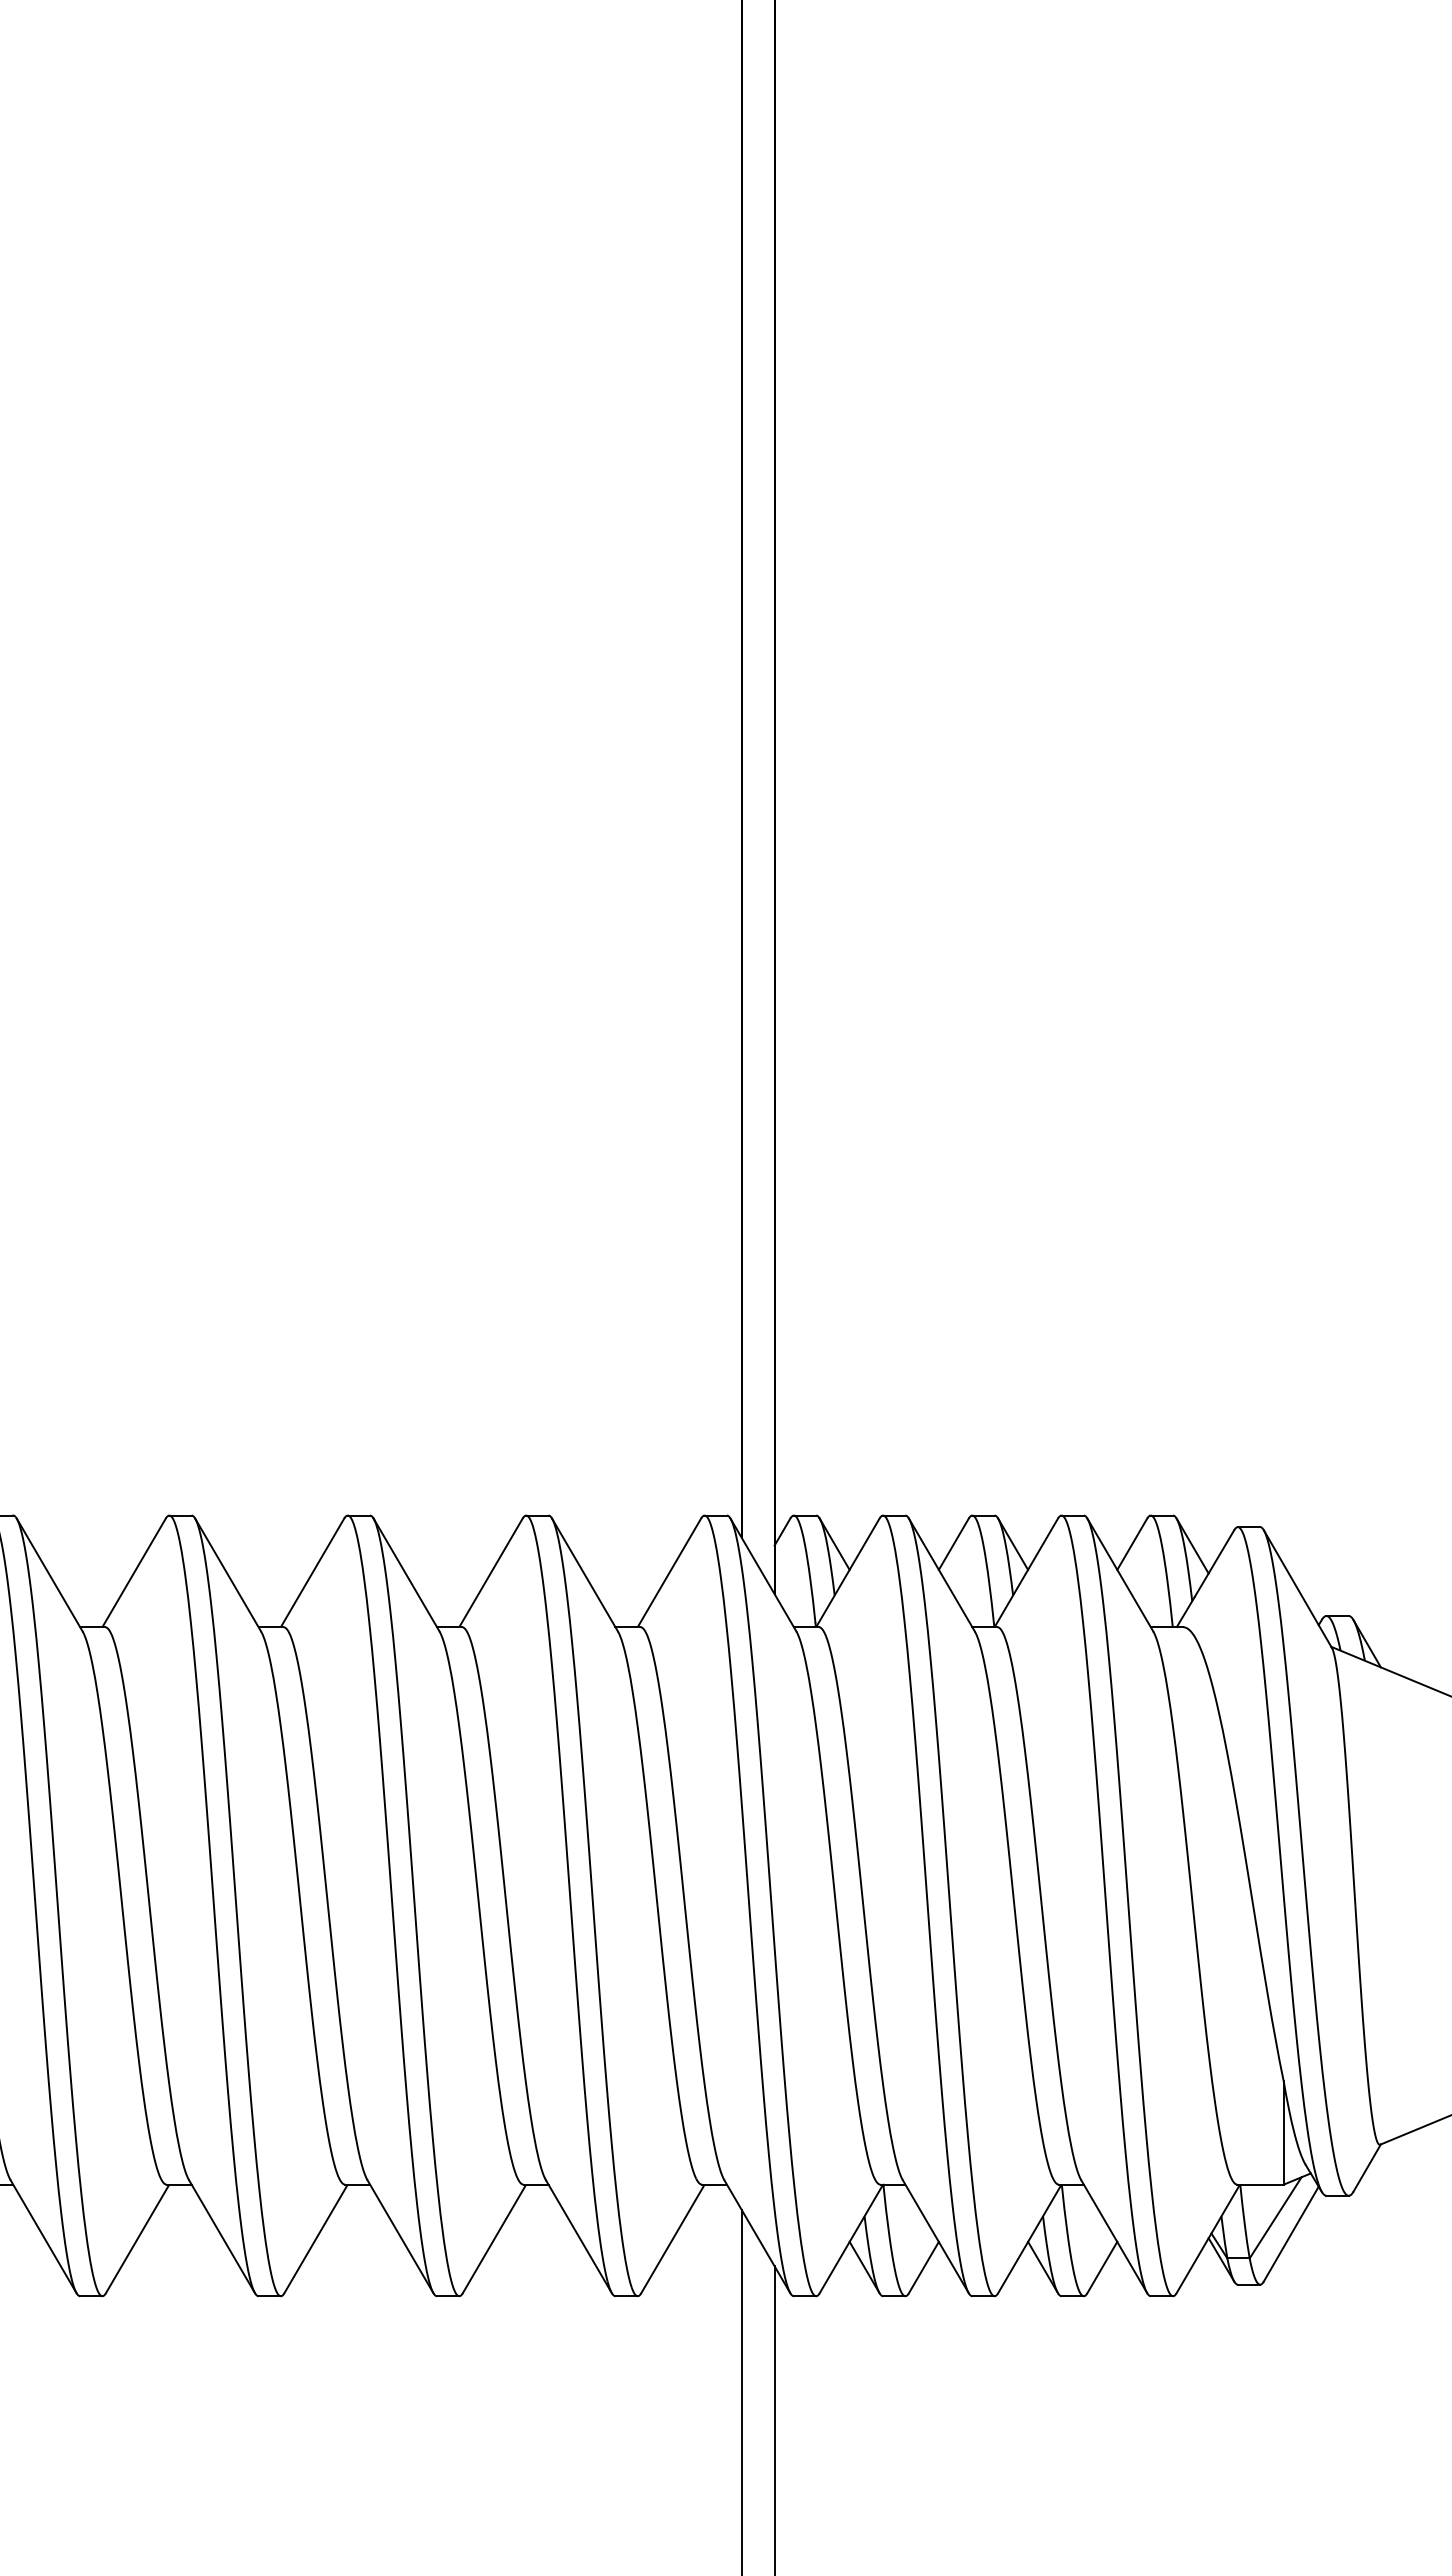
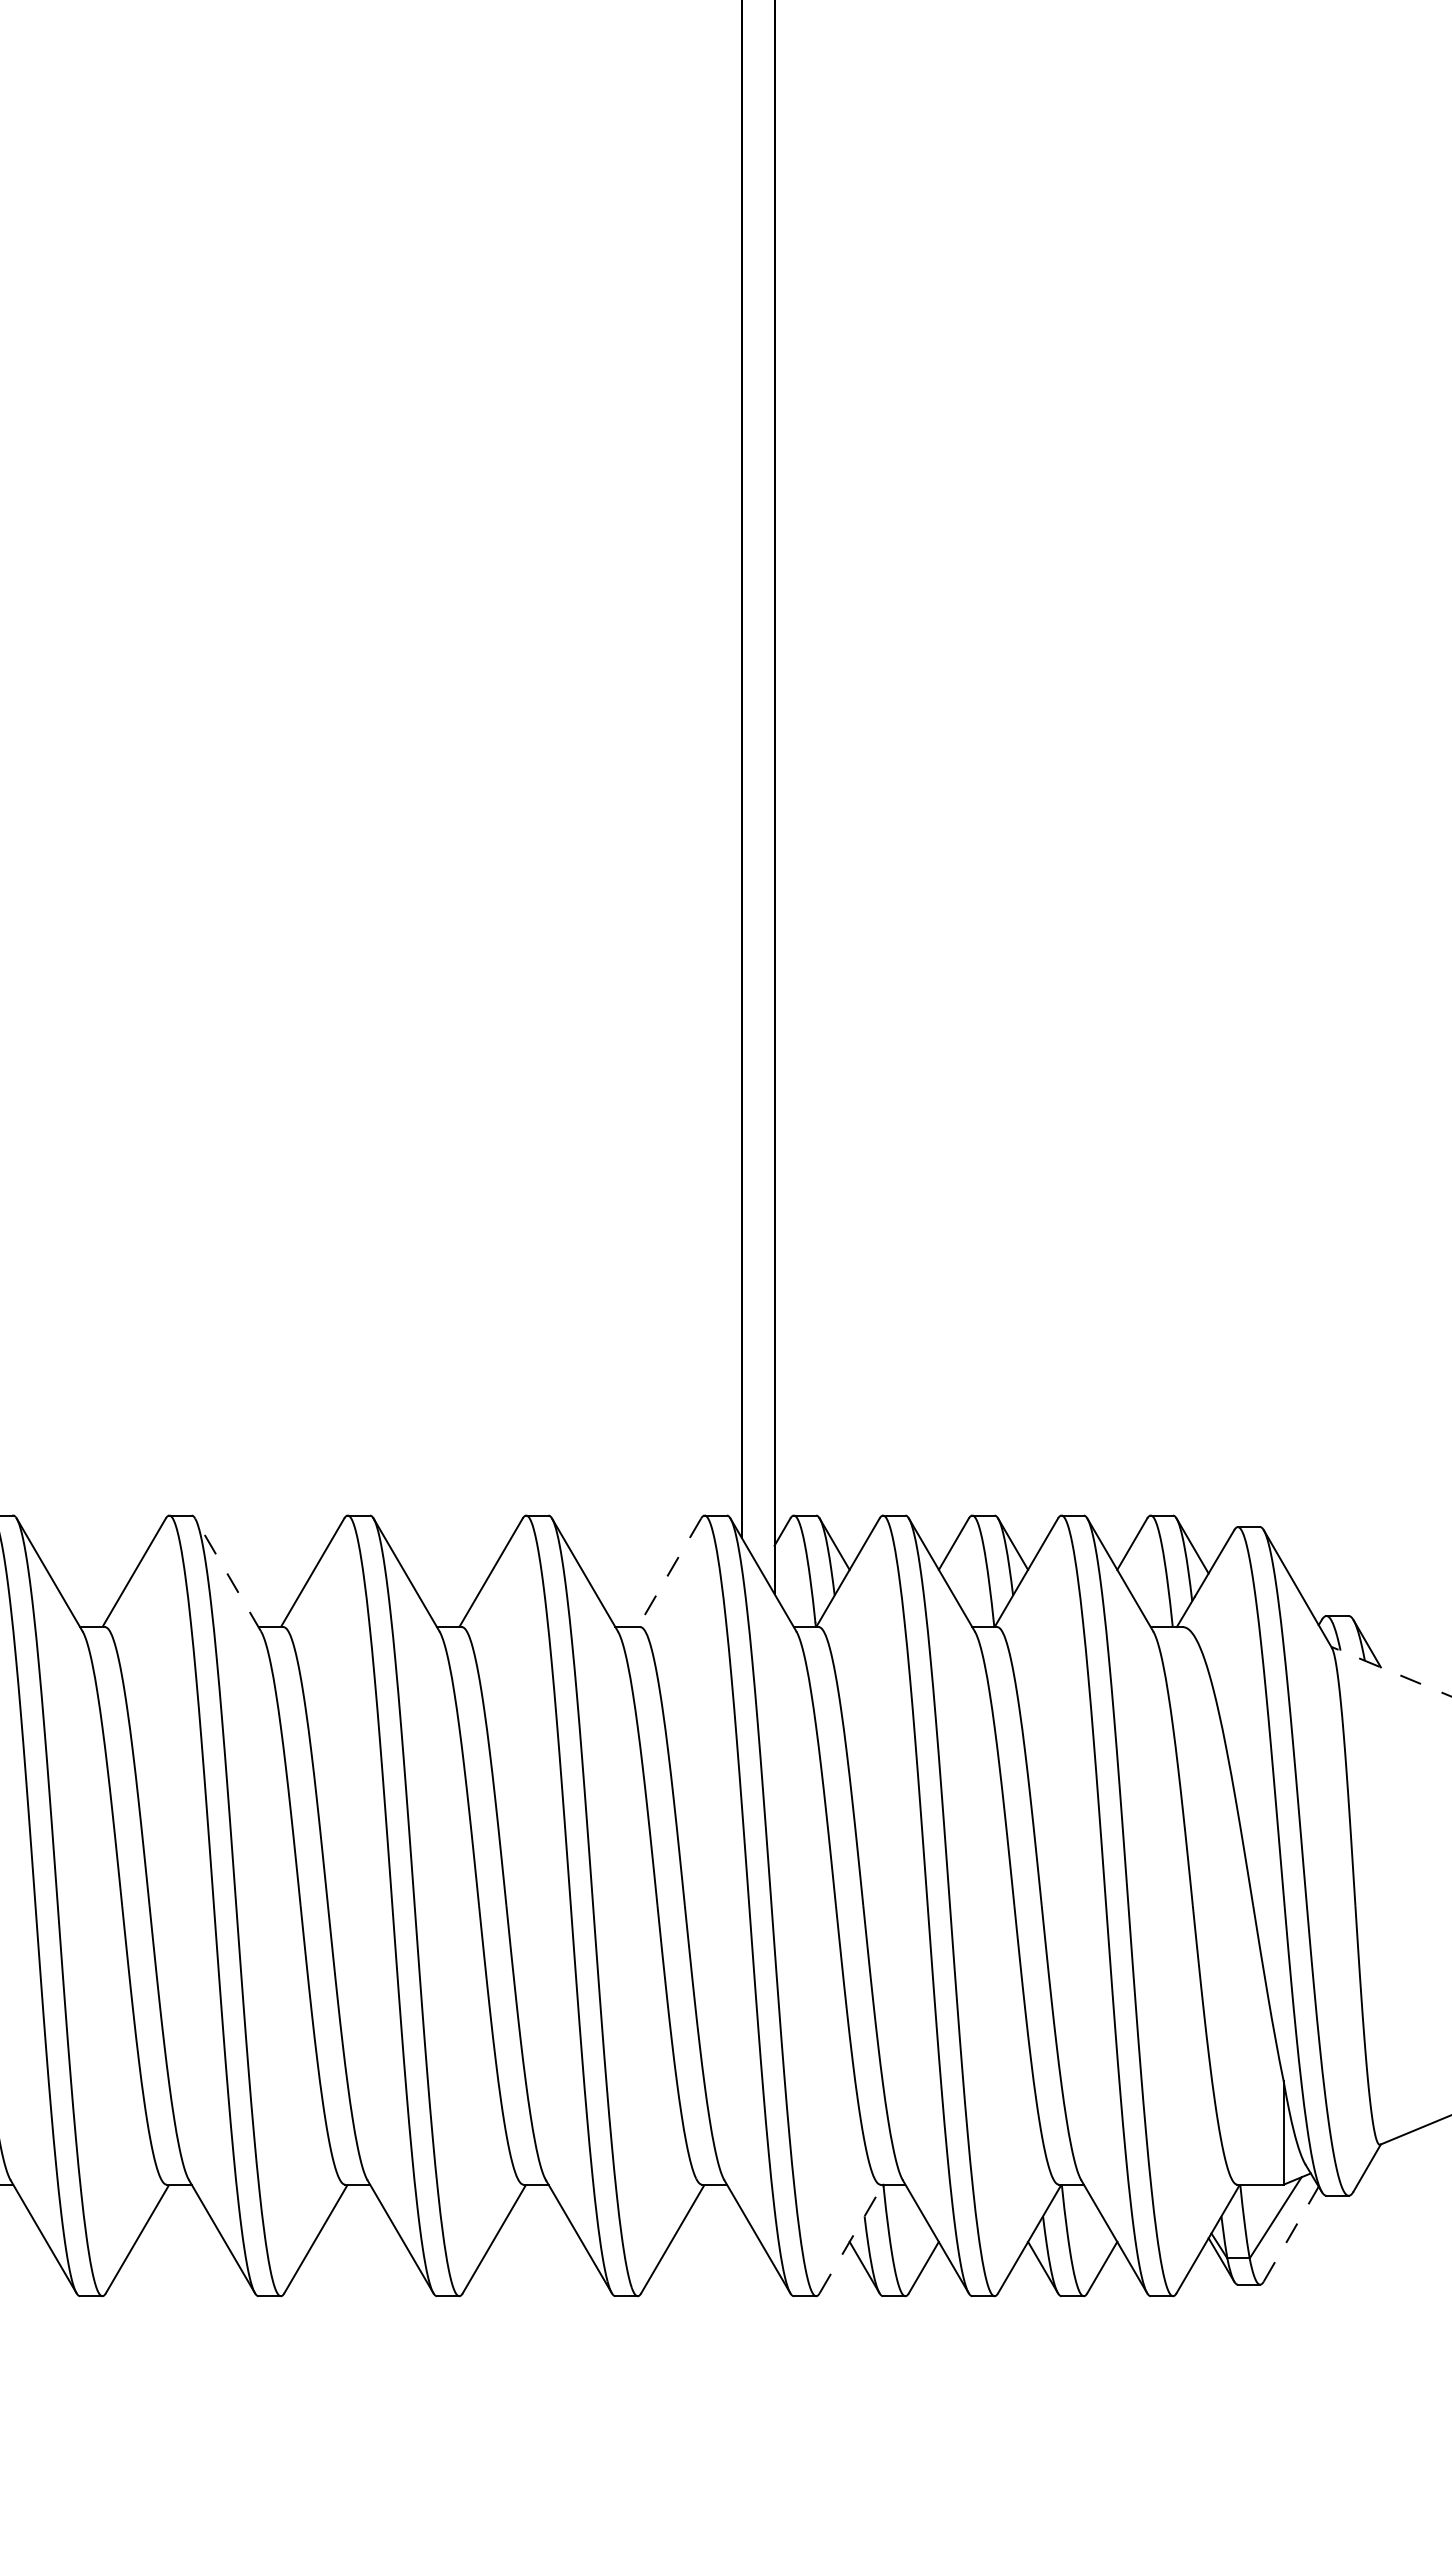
line at (669, 1572): solid -> dashed
line at (227, 1574): solid -> dashed
line at (1391, 1671): solid -> dashed
line at (1291, 2234): solid -> dashed
line at (851, 2239): solid -> dashed
line at (741, 2390): present -> none
line at (774, 2419): present -> none
